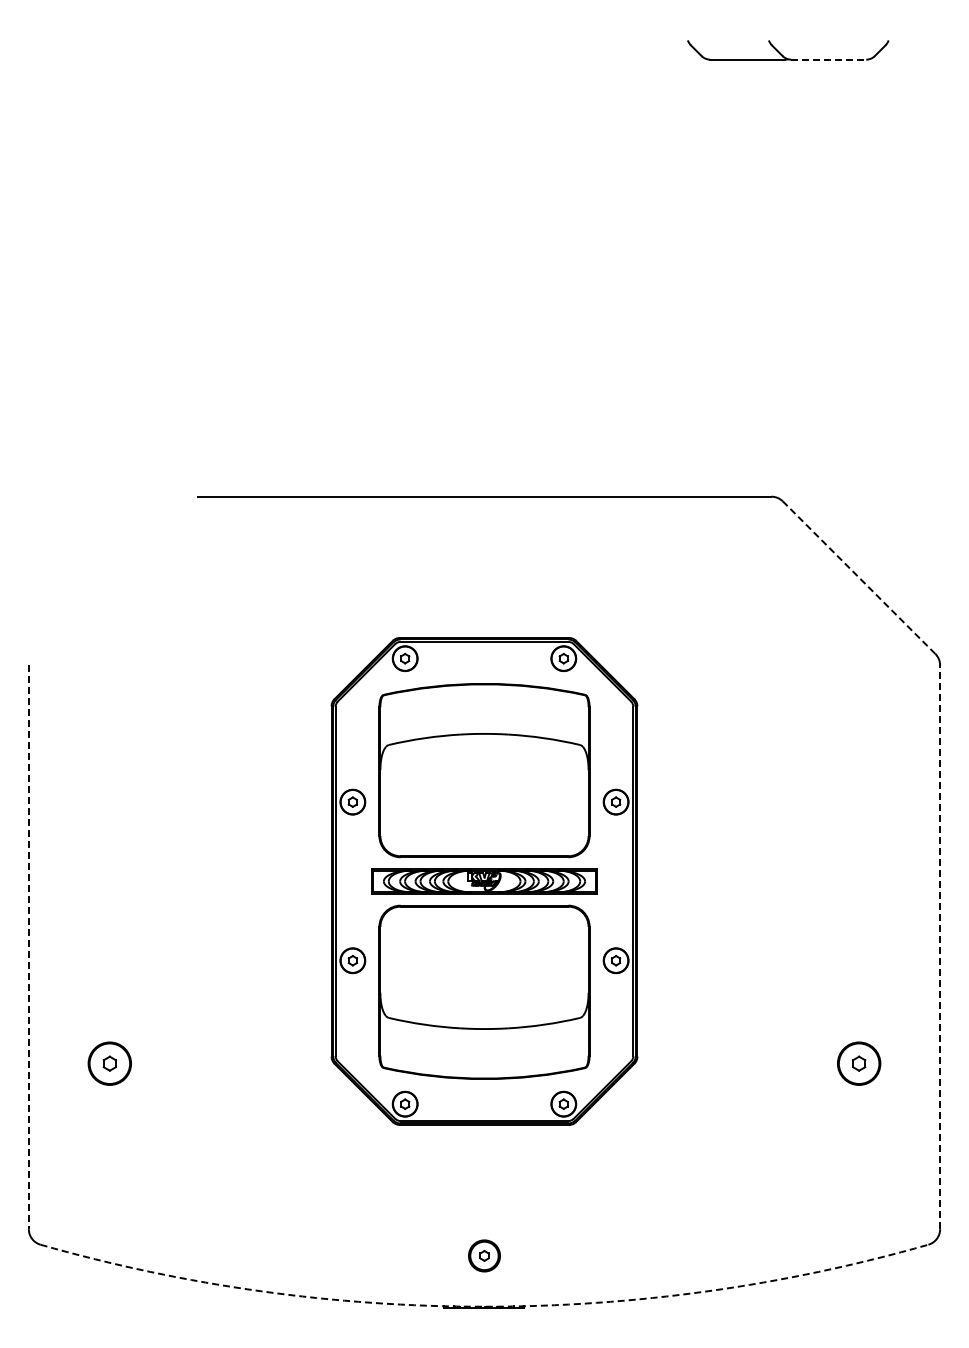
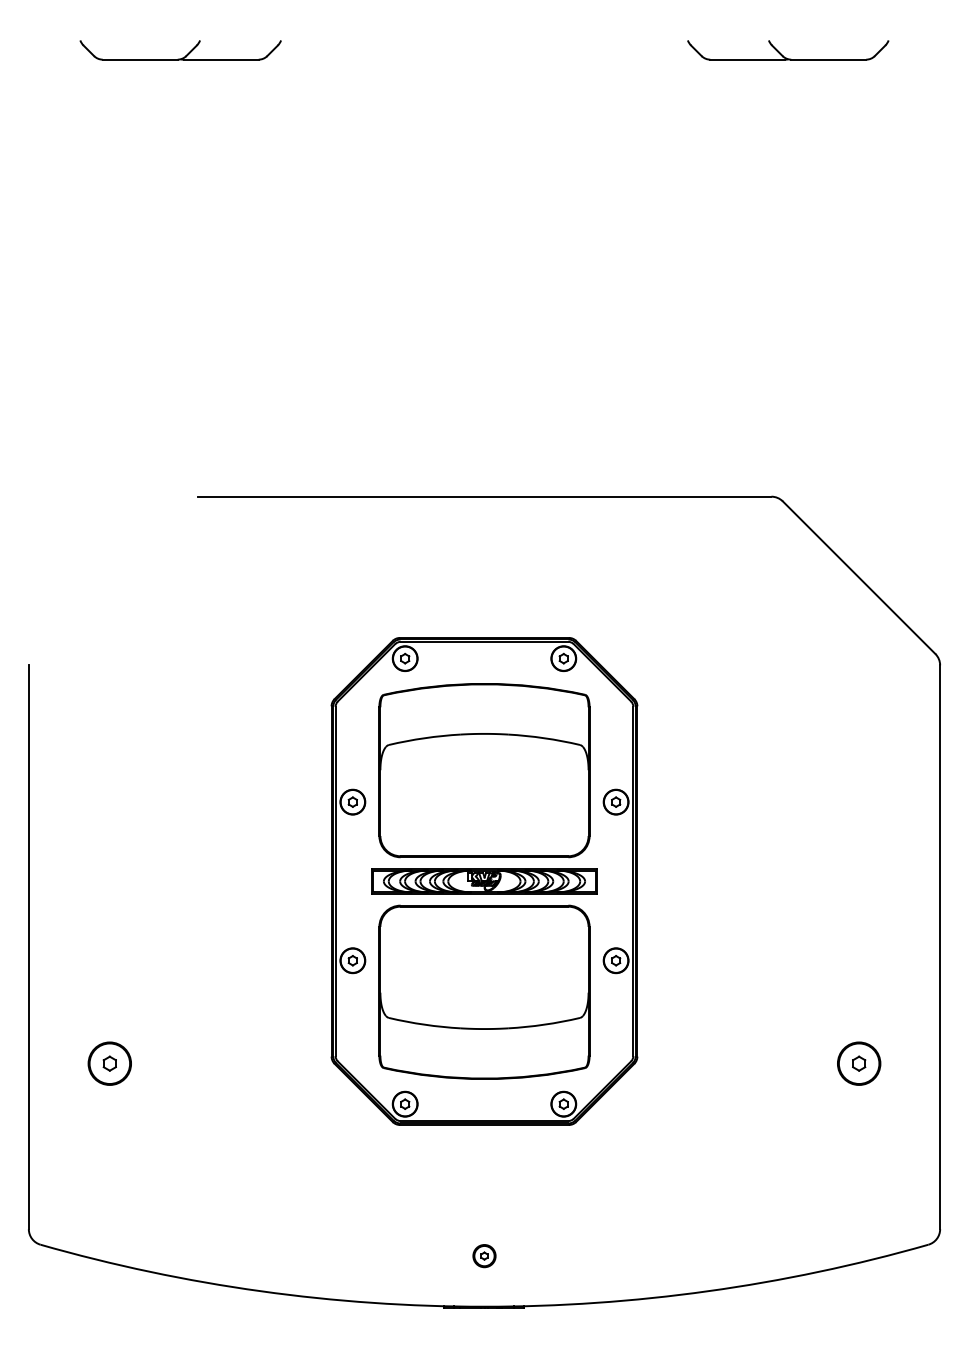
part at (185, 55): none -> present
line at (829, 59): dashed -> solid
line at (859, 577): dashed -> solid
line at (28, 947): dashed -> solid
line at (940, 947): dashed -> solid
part at (484, 1255) size: 33x34 px -> 25x25 px
arc at (484, 1306): dashed -> solid
